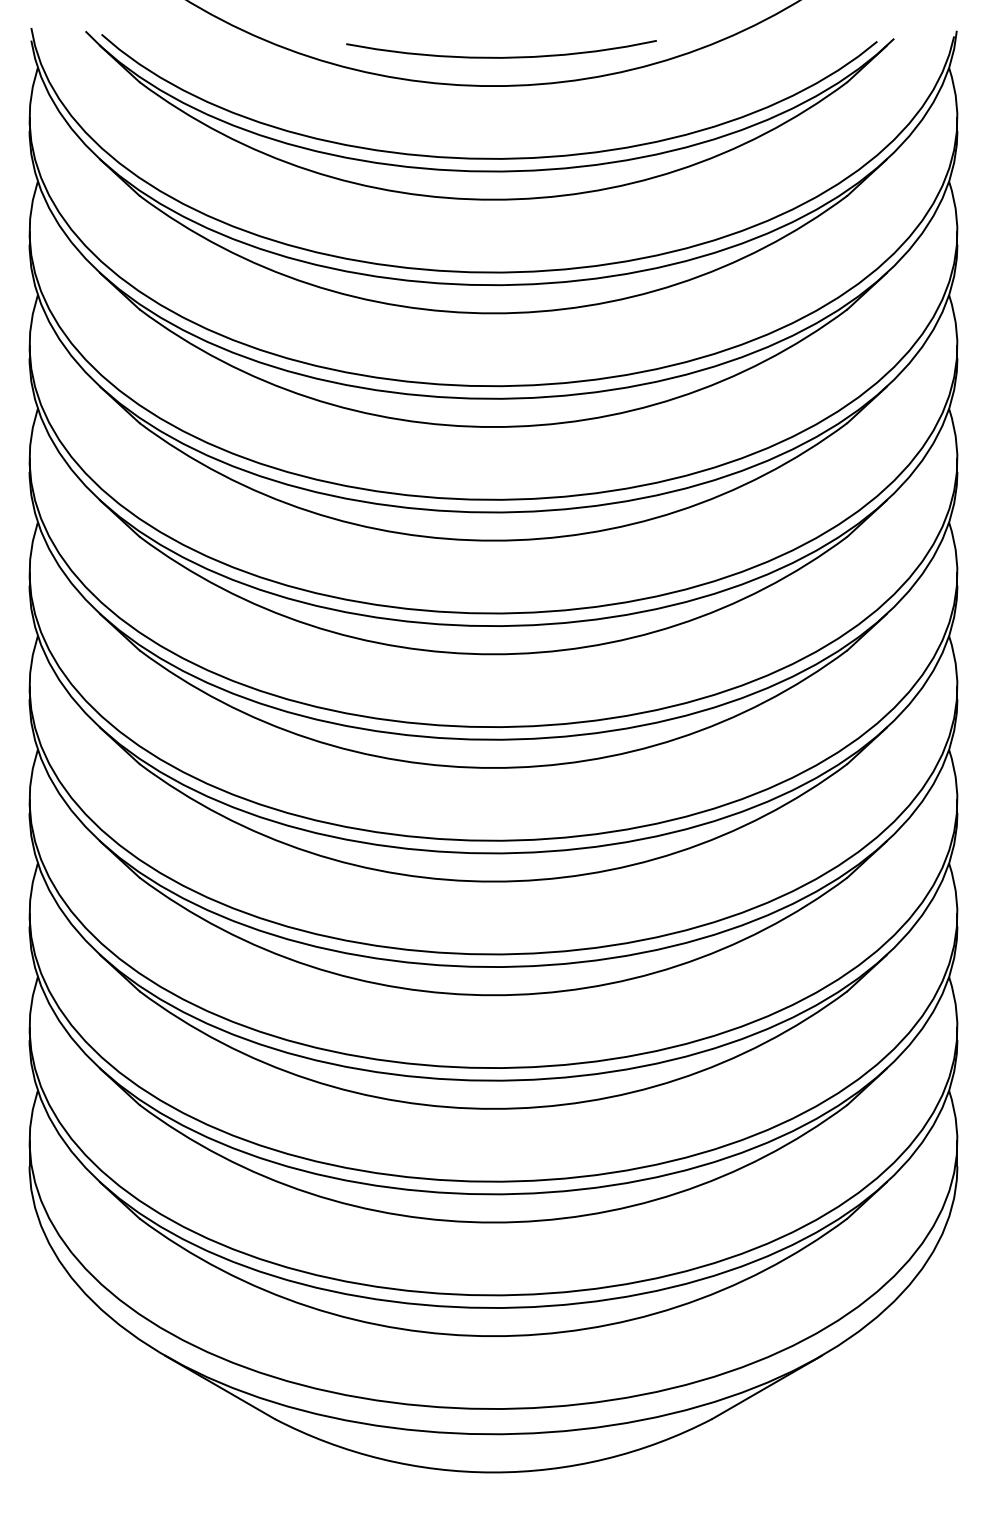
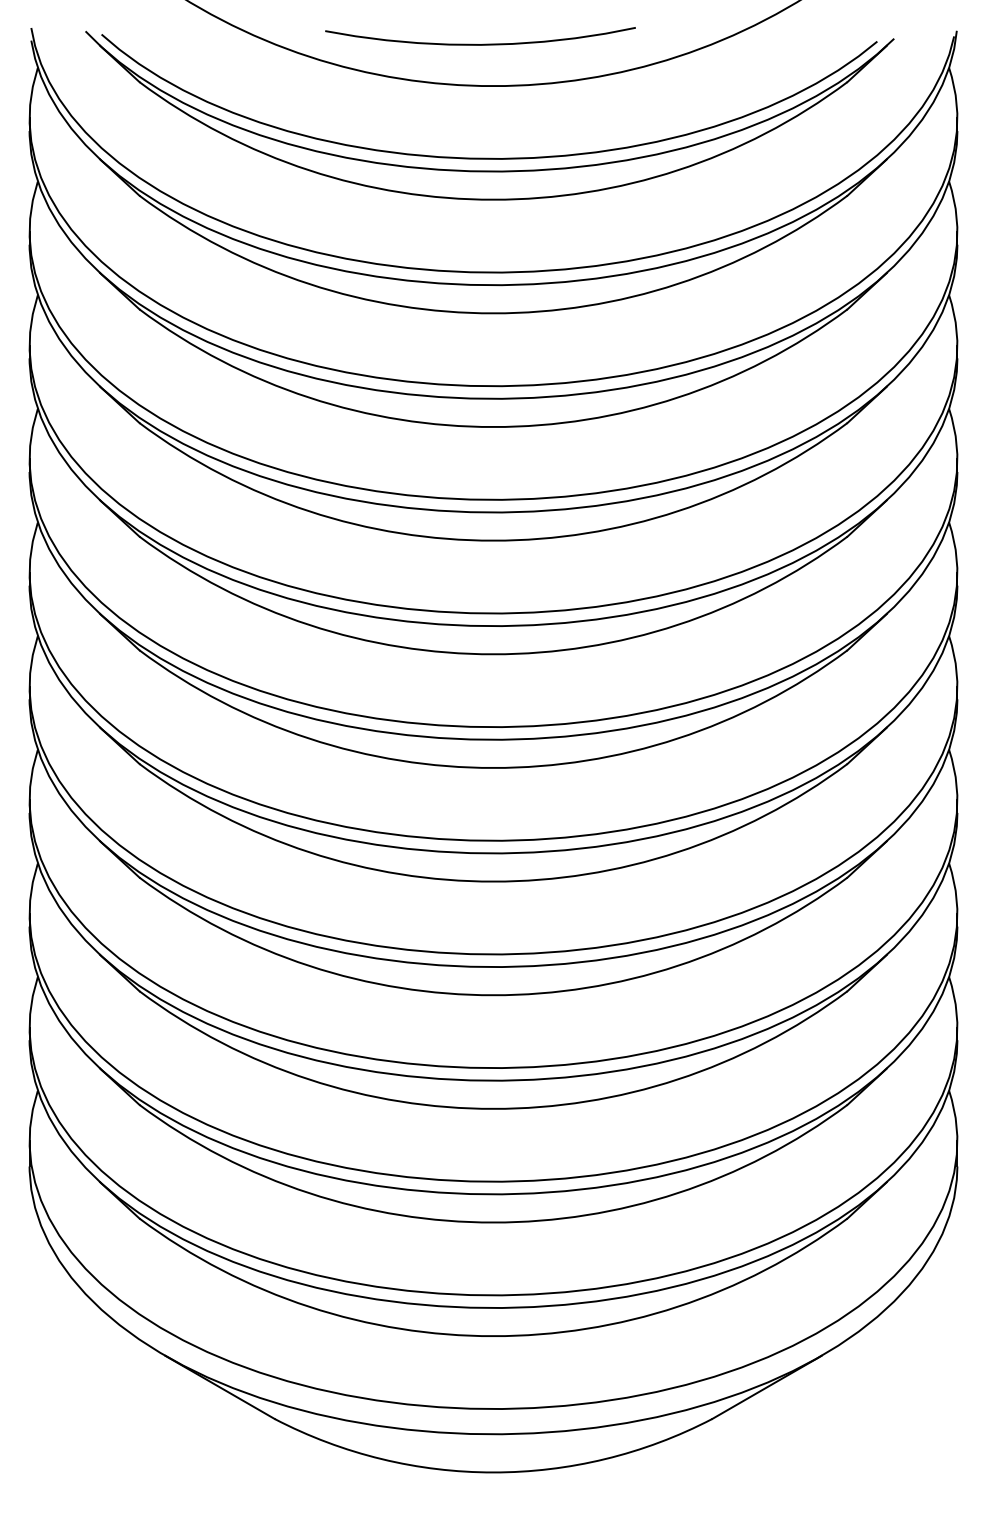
curve at (504, 56) position: (504, 56) -> (483, 43)
